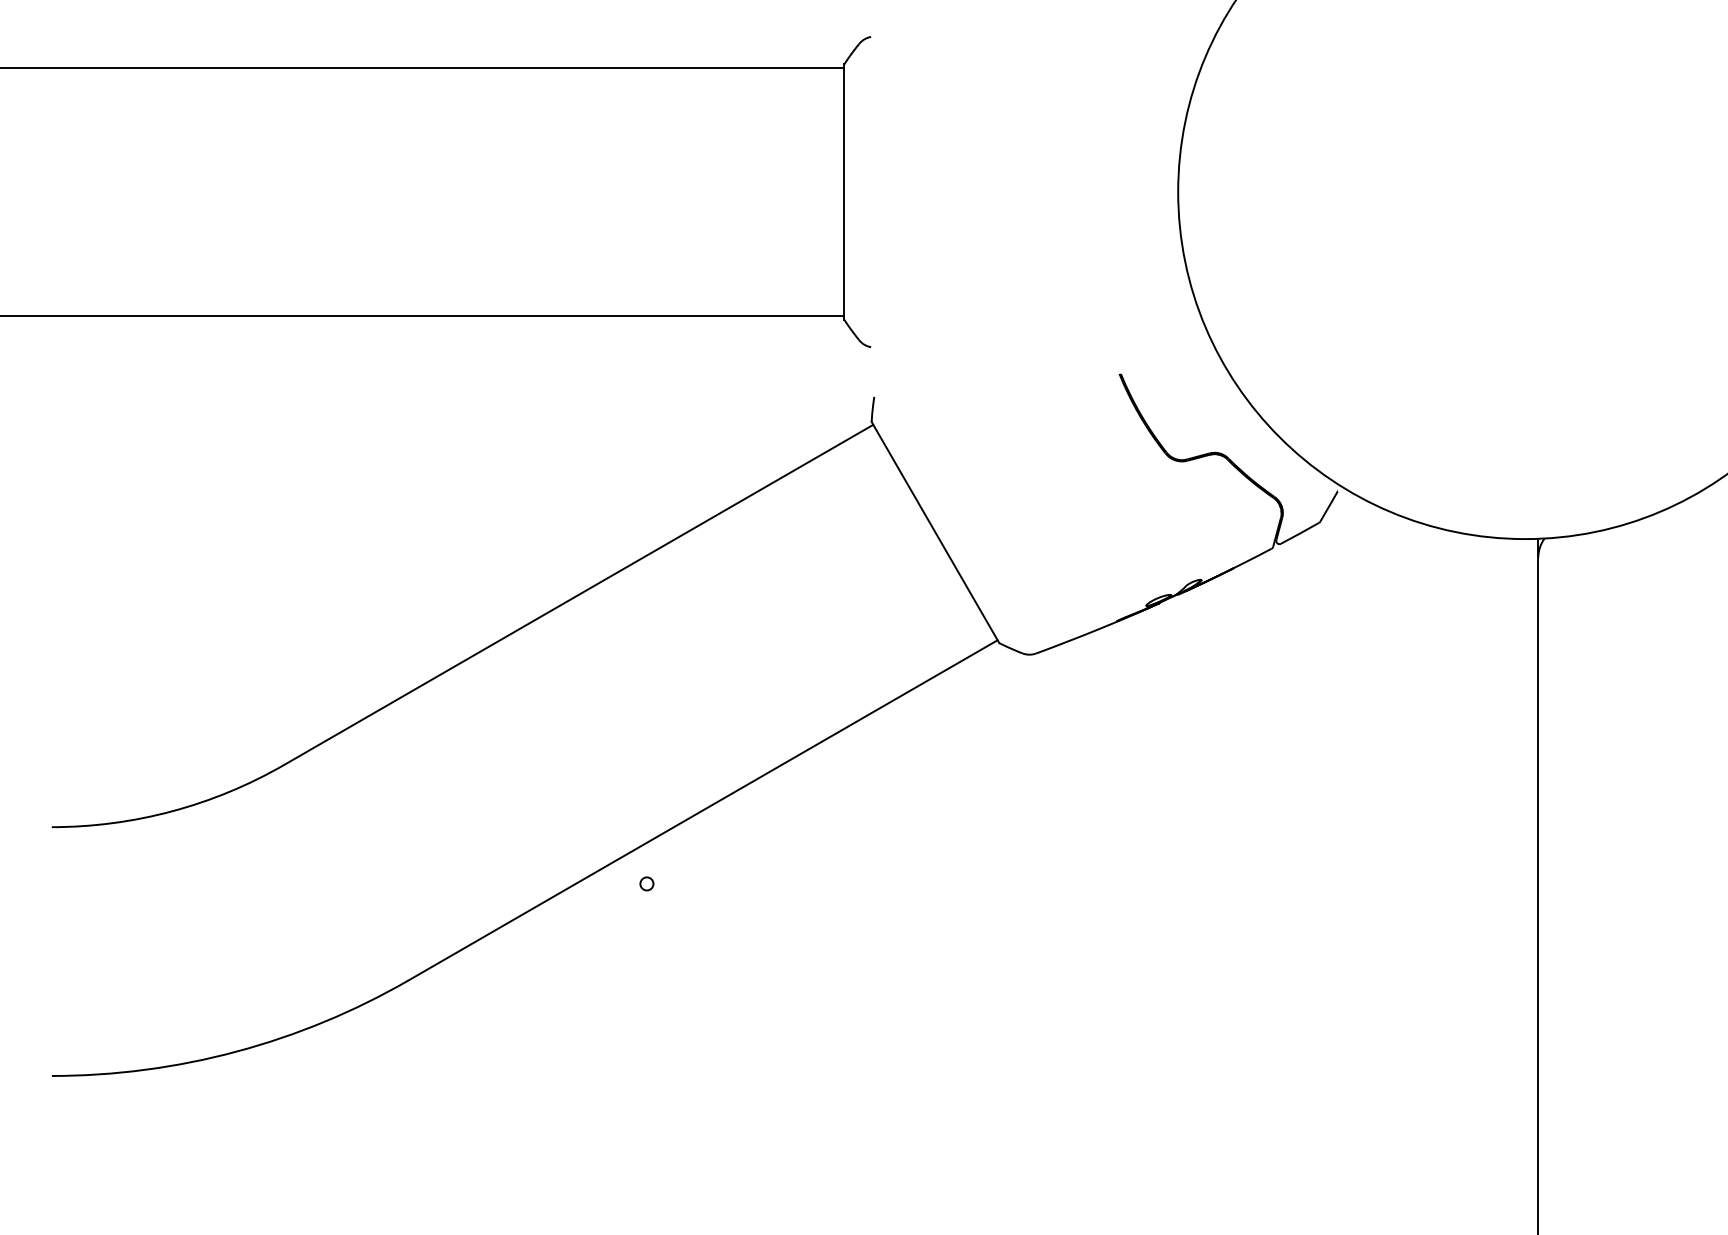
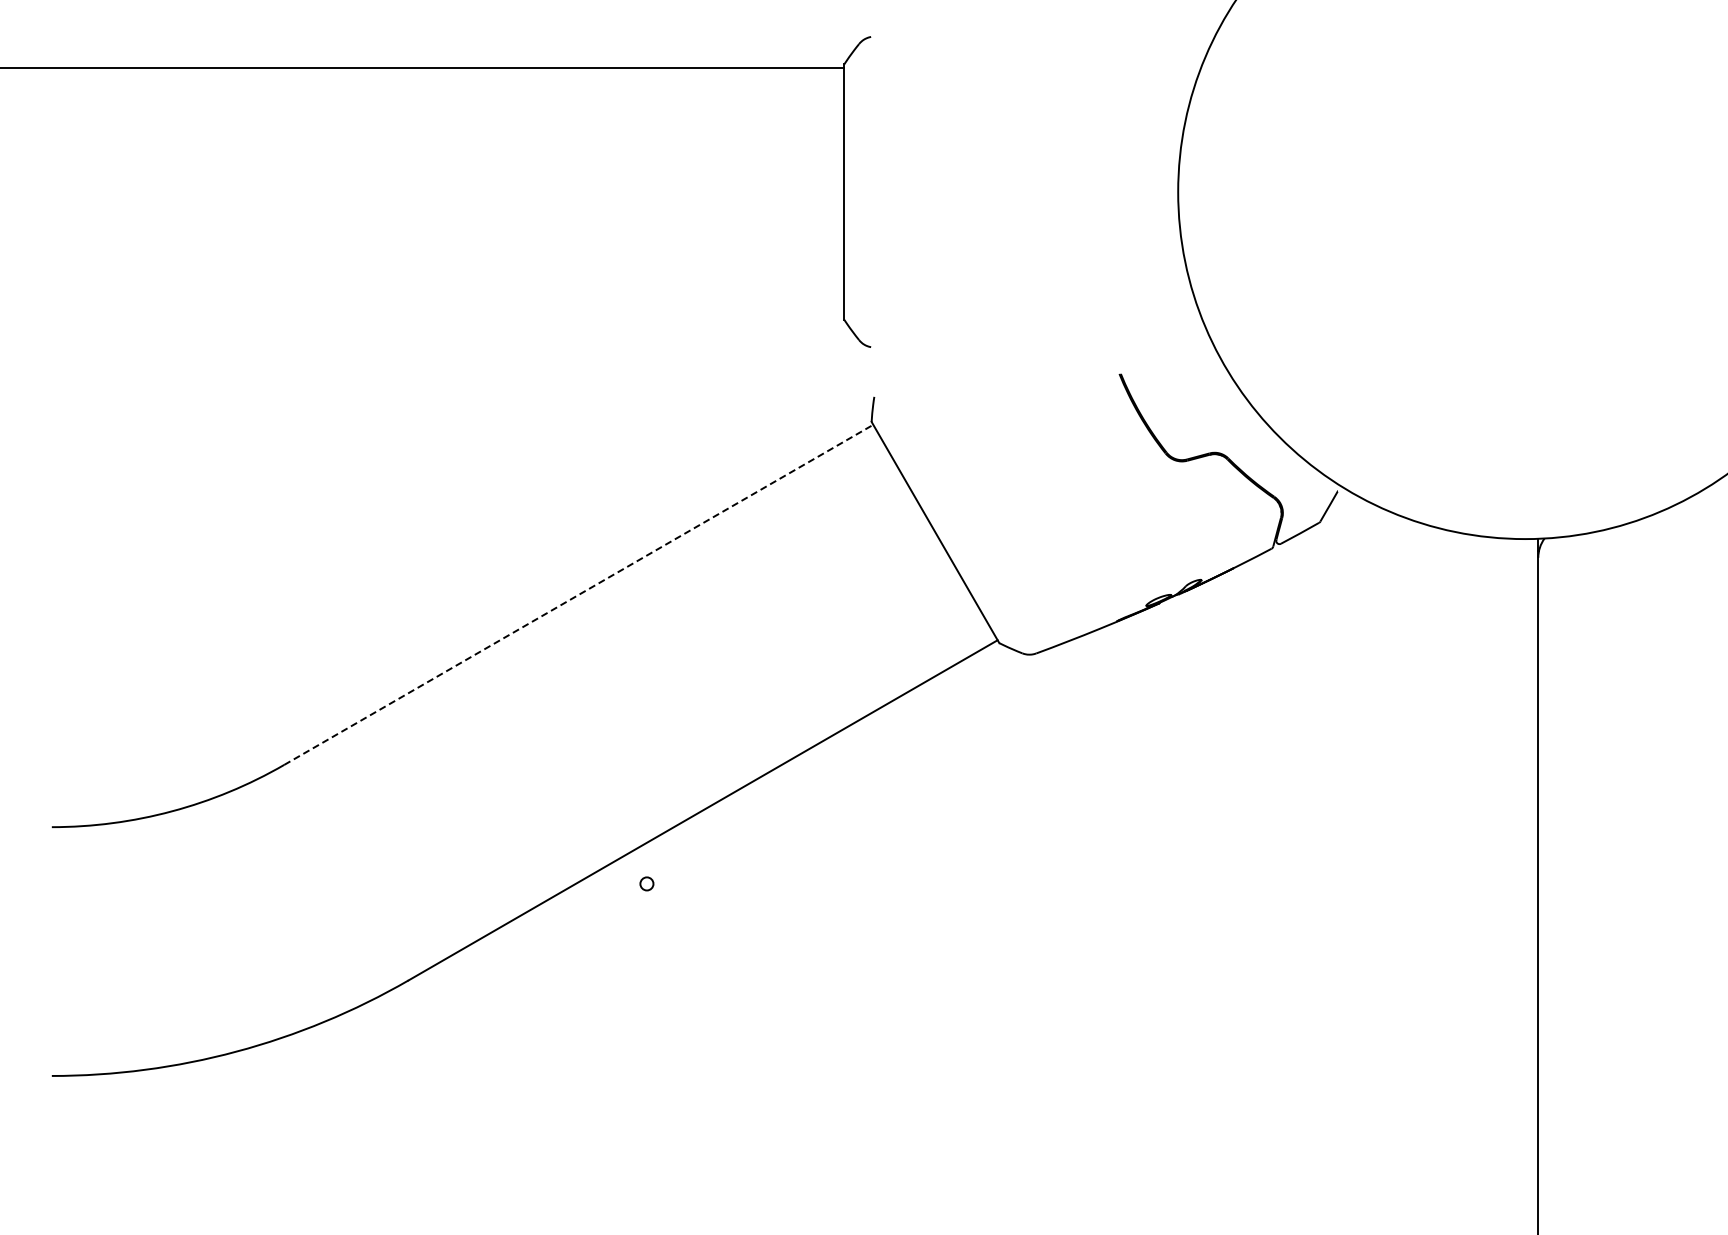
line at (423, 316): present -> none
line at (579, 594): solid -> dashed
